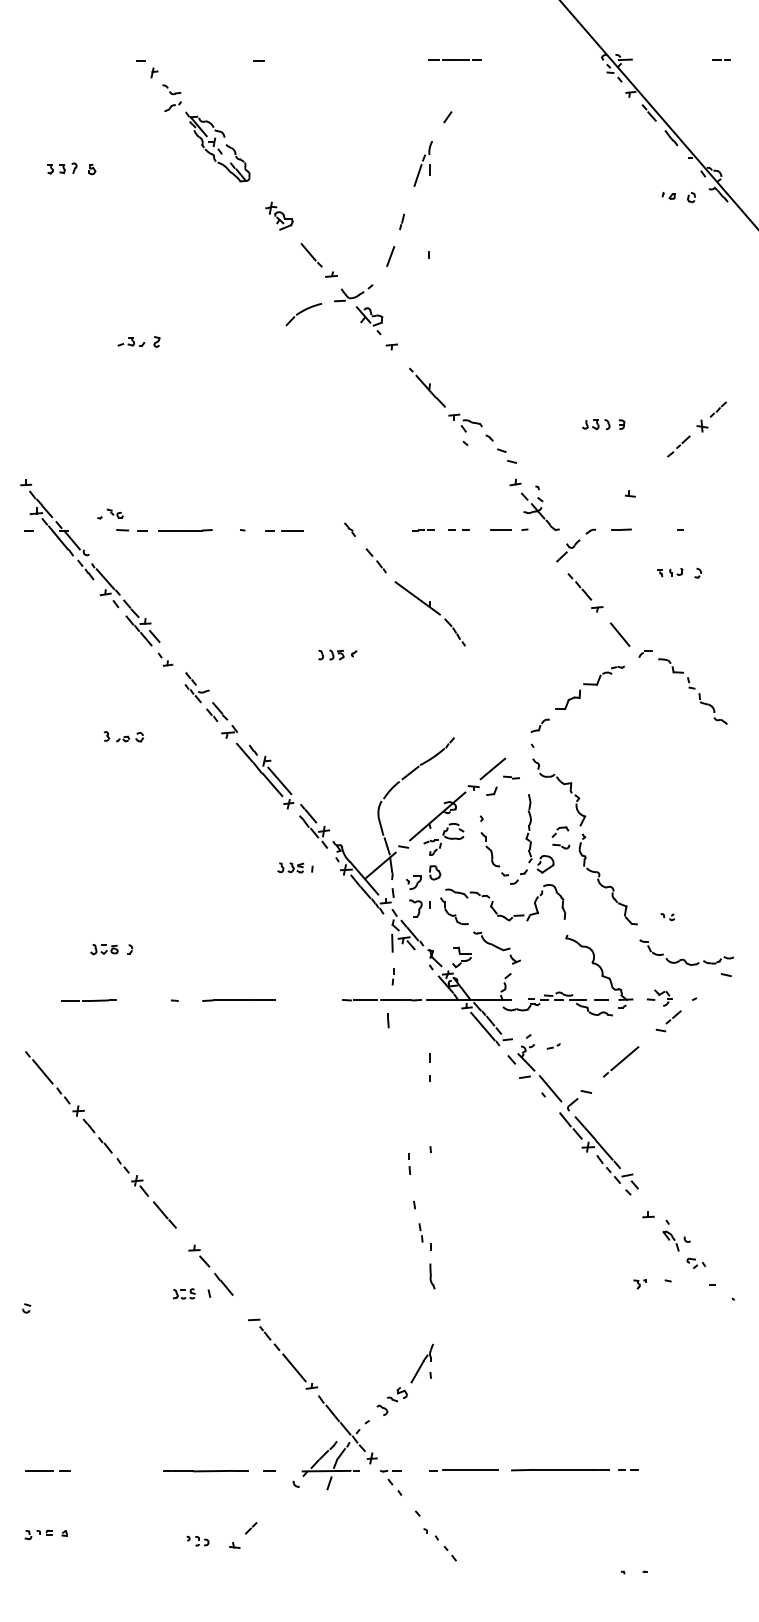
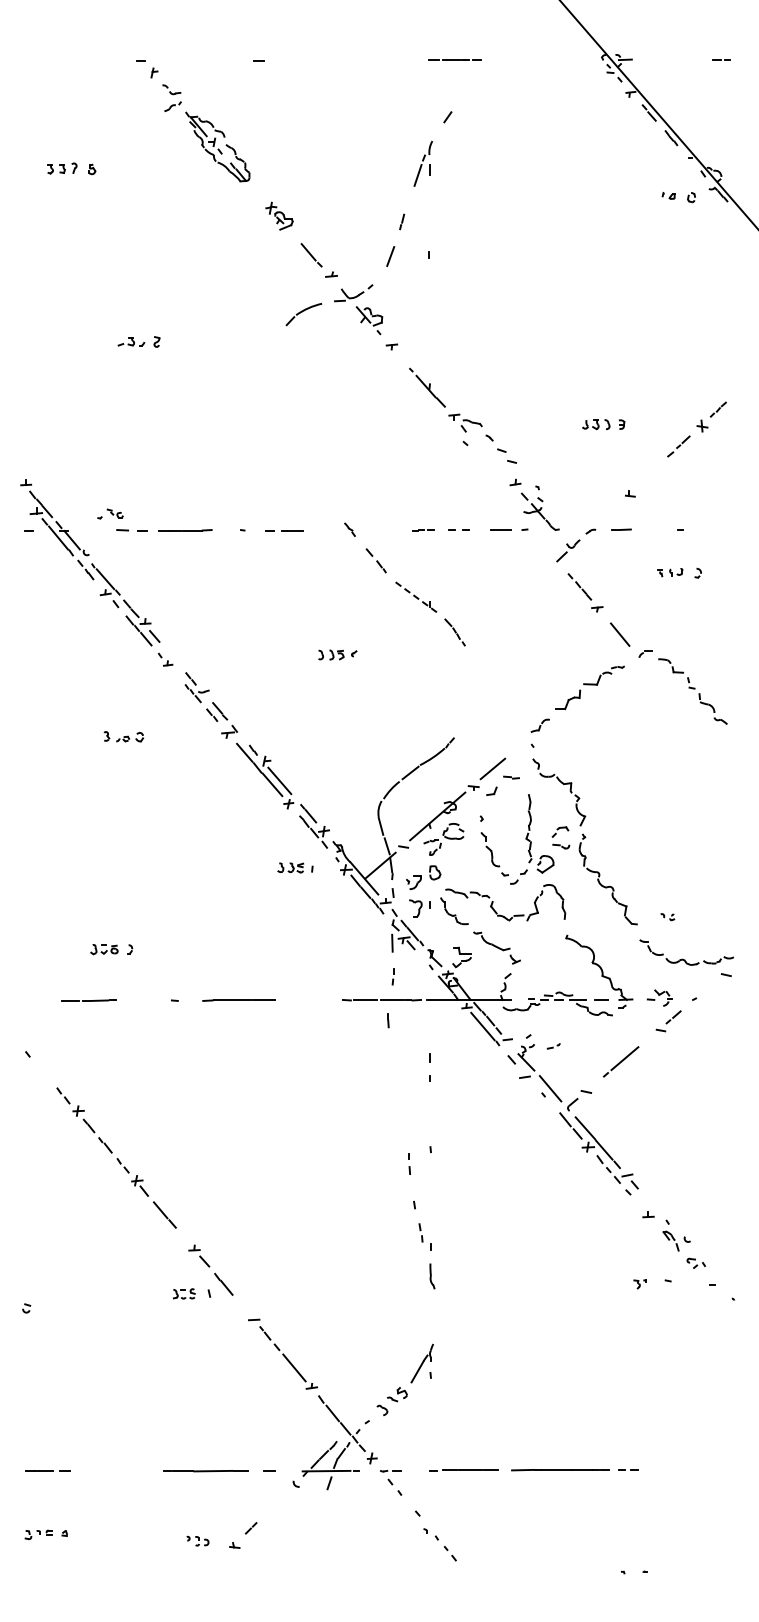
line at (418, 598): solid -> dashed
line at (42, 1071): present -> none
